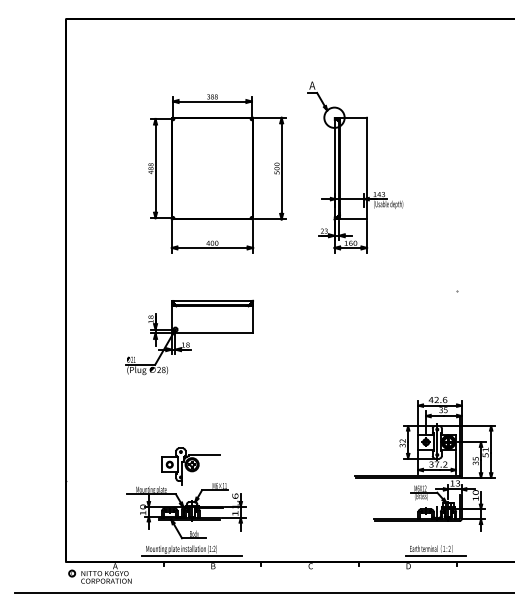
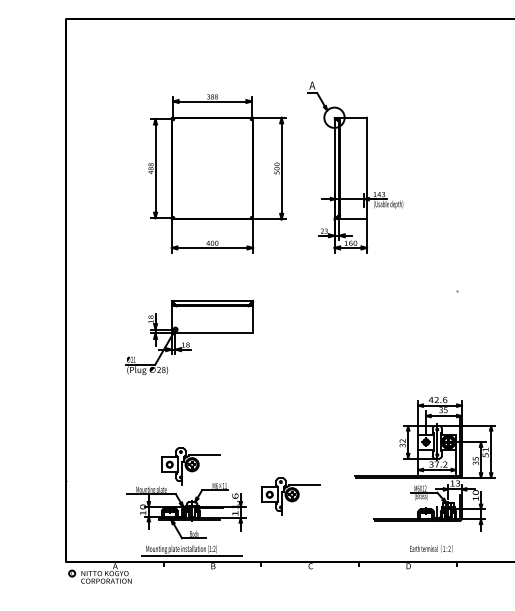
part at (290, 496): none -> present
line at (436, 555): present -> none
line at (263, 592): present -> none
